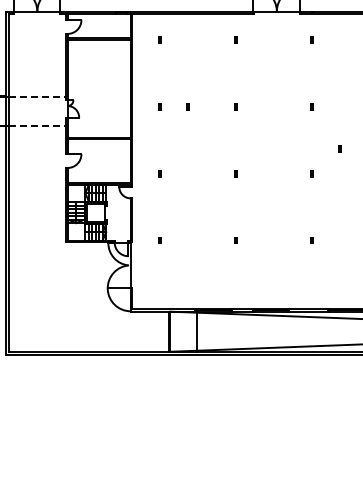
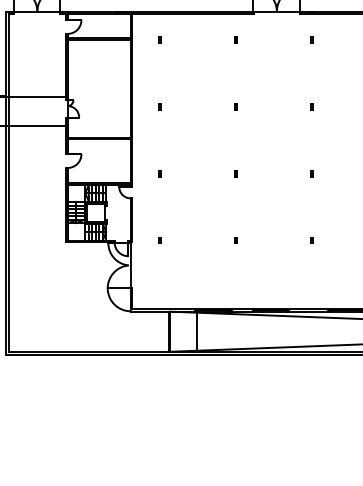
line at (37, 96): dashed -> solid
part at (187, 106): present -> none
line at (37, 125): dashed -> solid
part at (339, 148): present -> none
